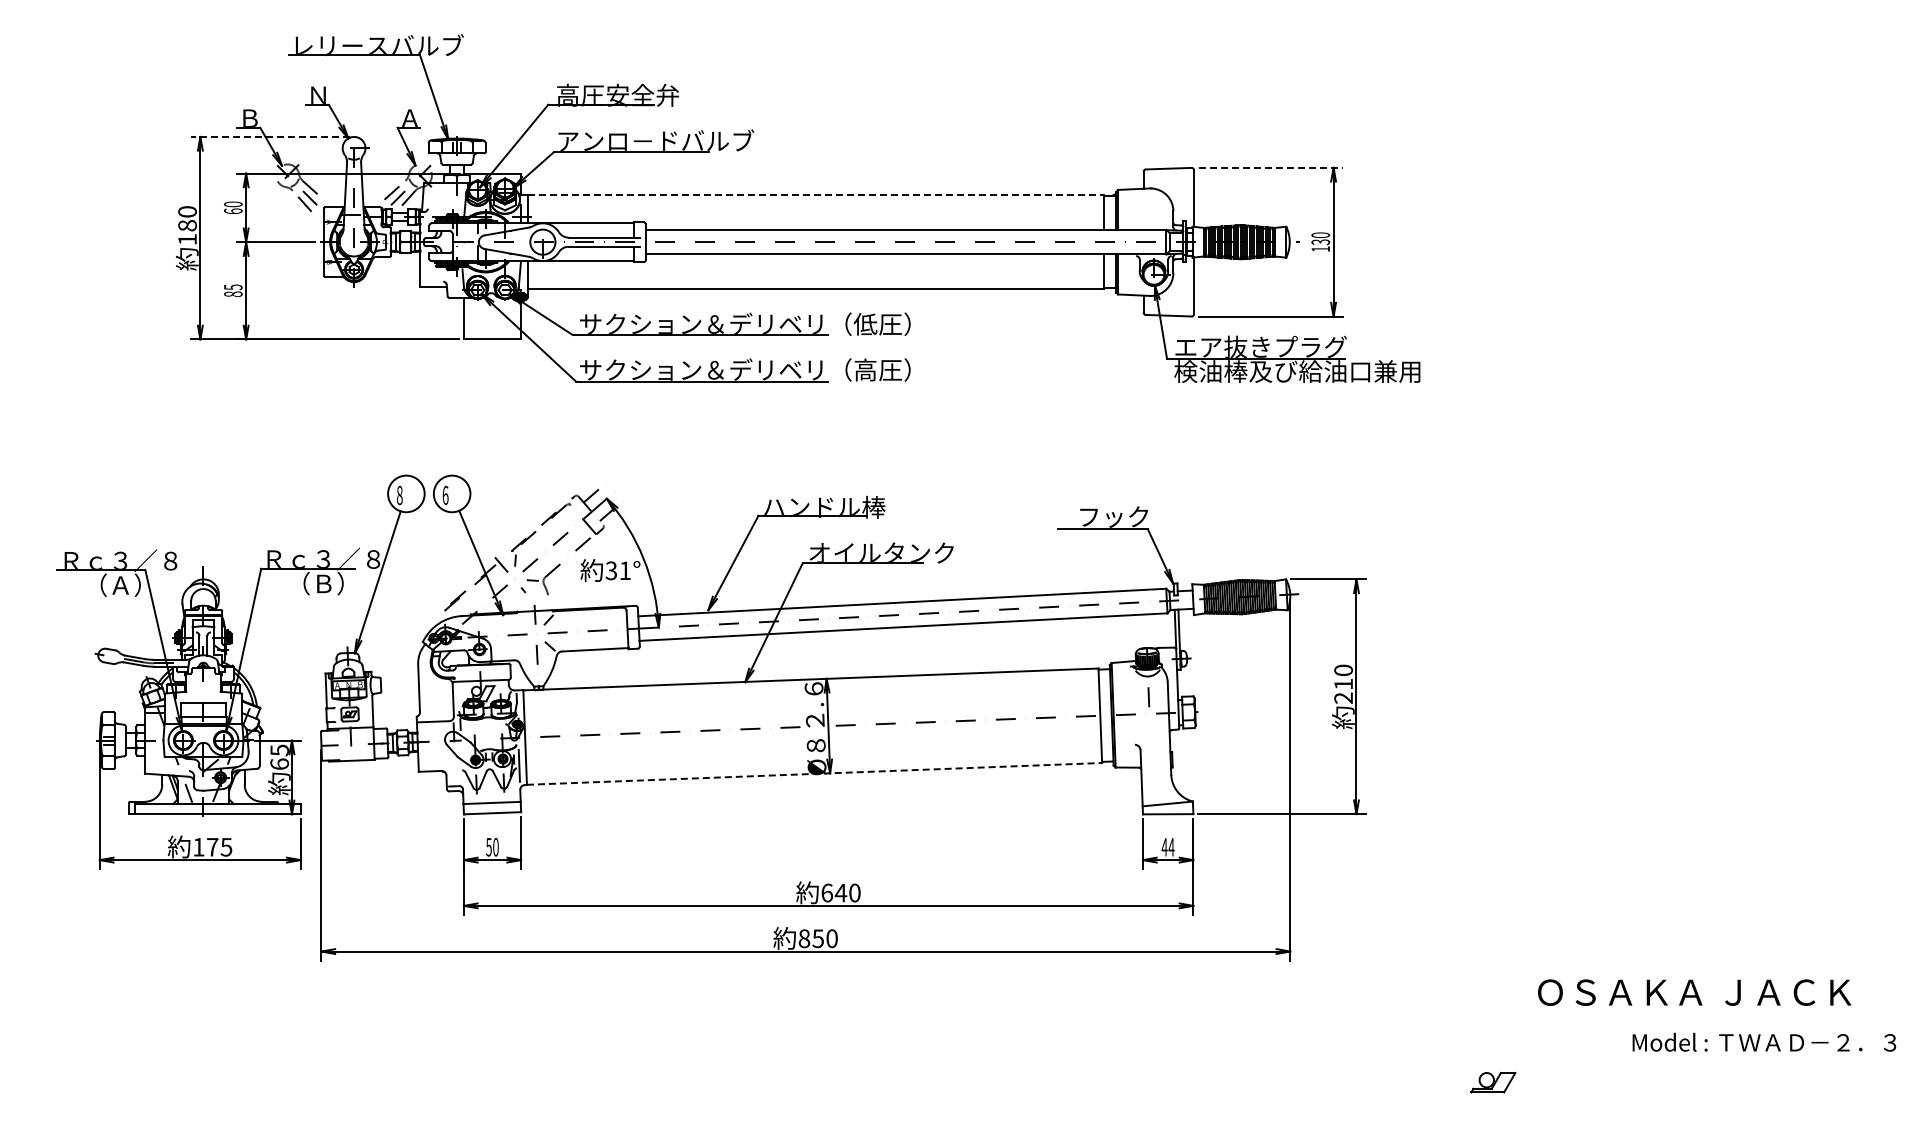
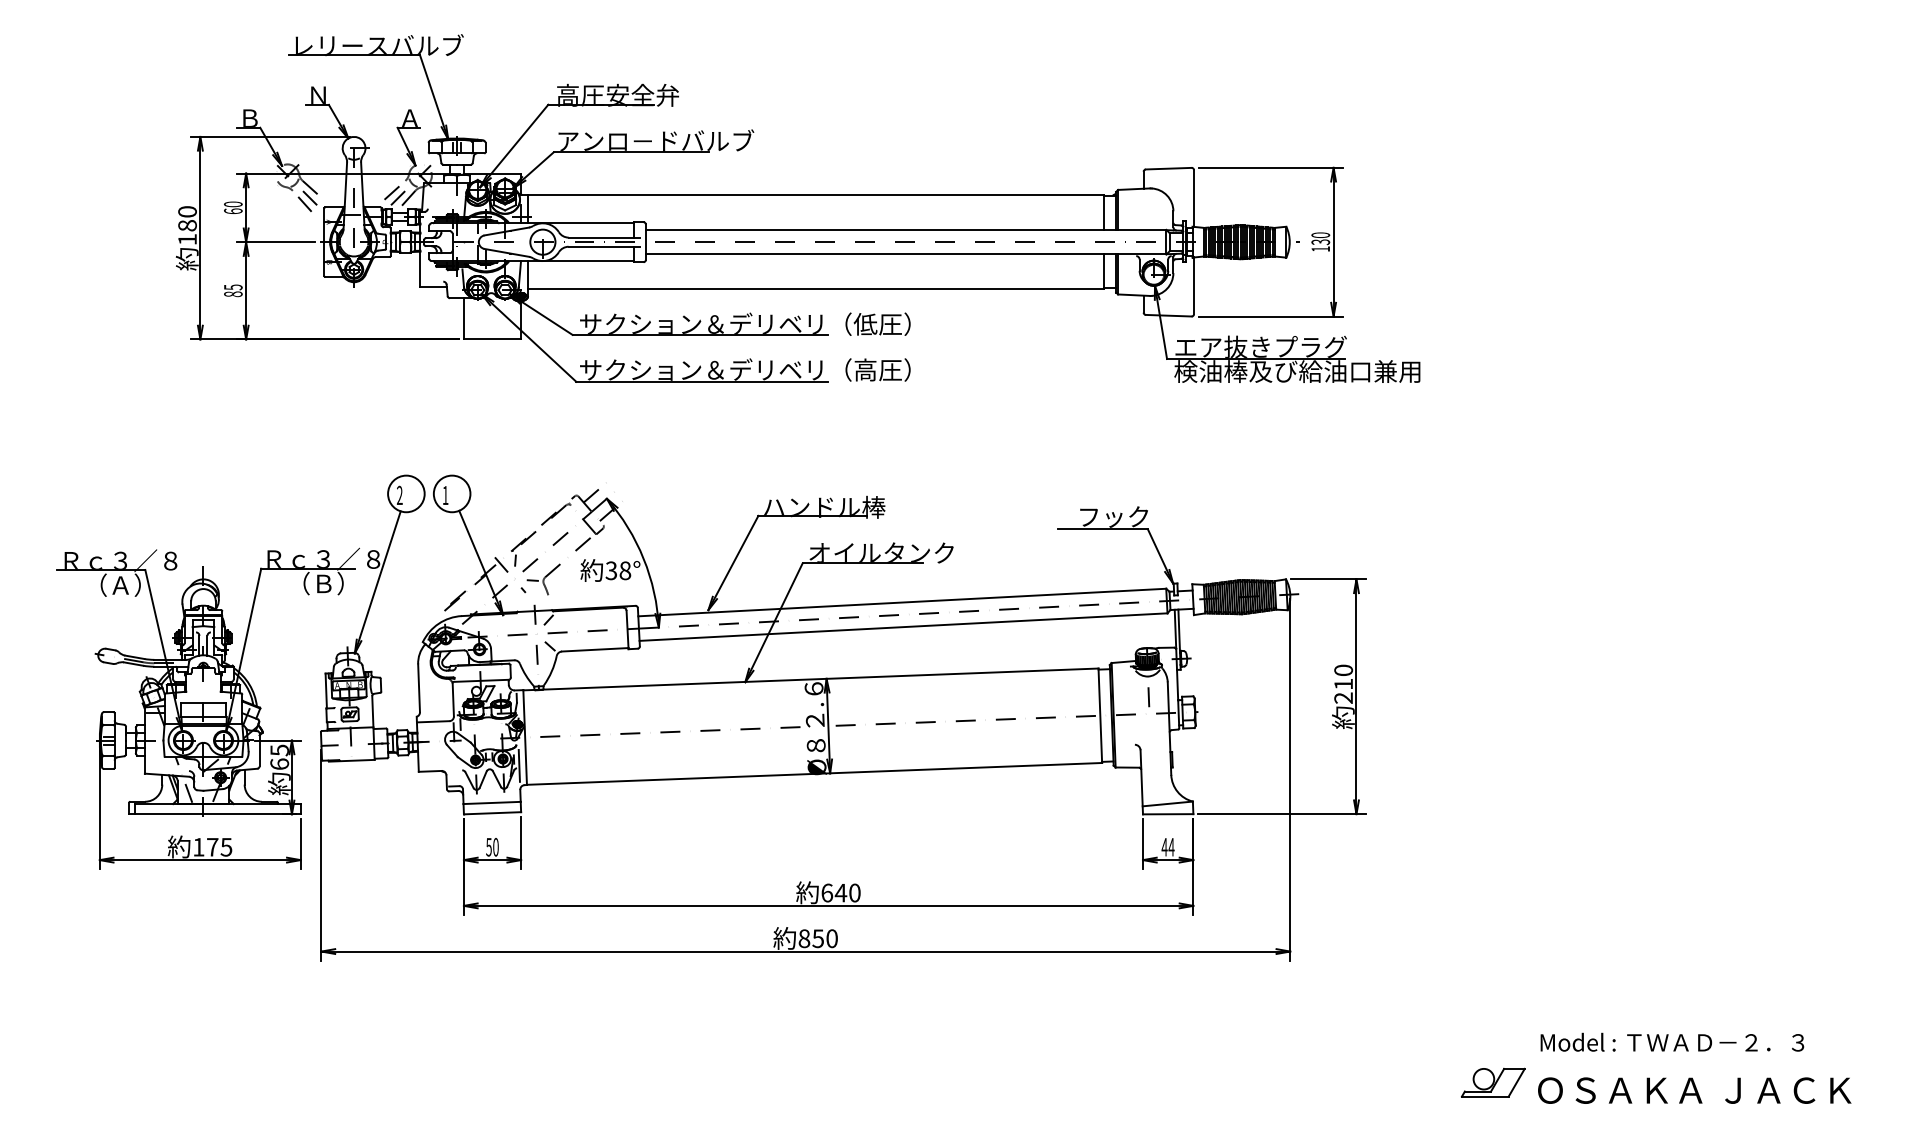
line at (269, 136): dashed -> solid
line at (1271, 167): dashed -> solid
line at (815, 194): dashed -> solid
text at (399, 495): 8 -> 2
text at (445, 495): 6 -> 1
text at (625, 570): 31° -> 38°
line at (814, 773): dashed -> solid
text at (1694, 992) position: (1694, 992) -> (1694, 1090)
text at (1764, 1041) position: (1764, 1041) -> (1672, 1041)
part at (1493, 1082) size: 47x22 px -> 65x31 px
